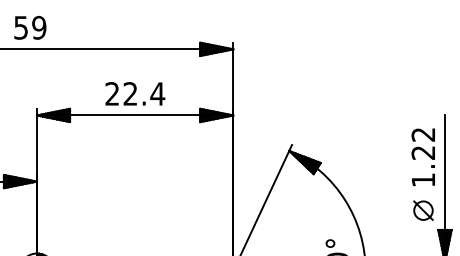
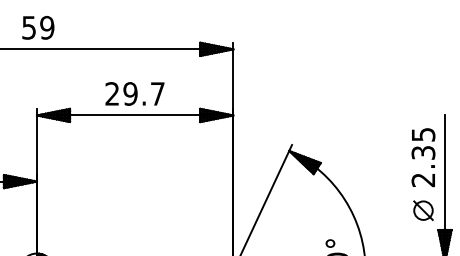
text at (30, 27) position: (30, 27) -> (38, 27)
text at (144, 93): 22.4 -> 29.7
text at (423, 157): 1.22 -> 2.35
